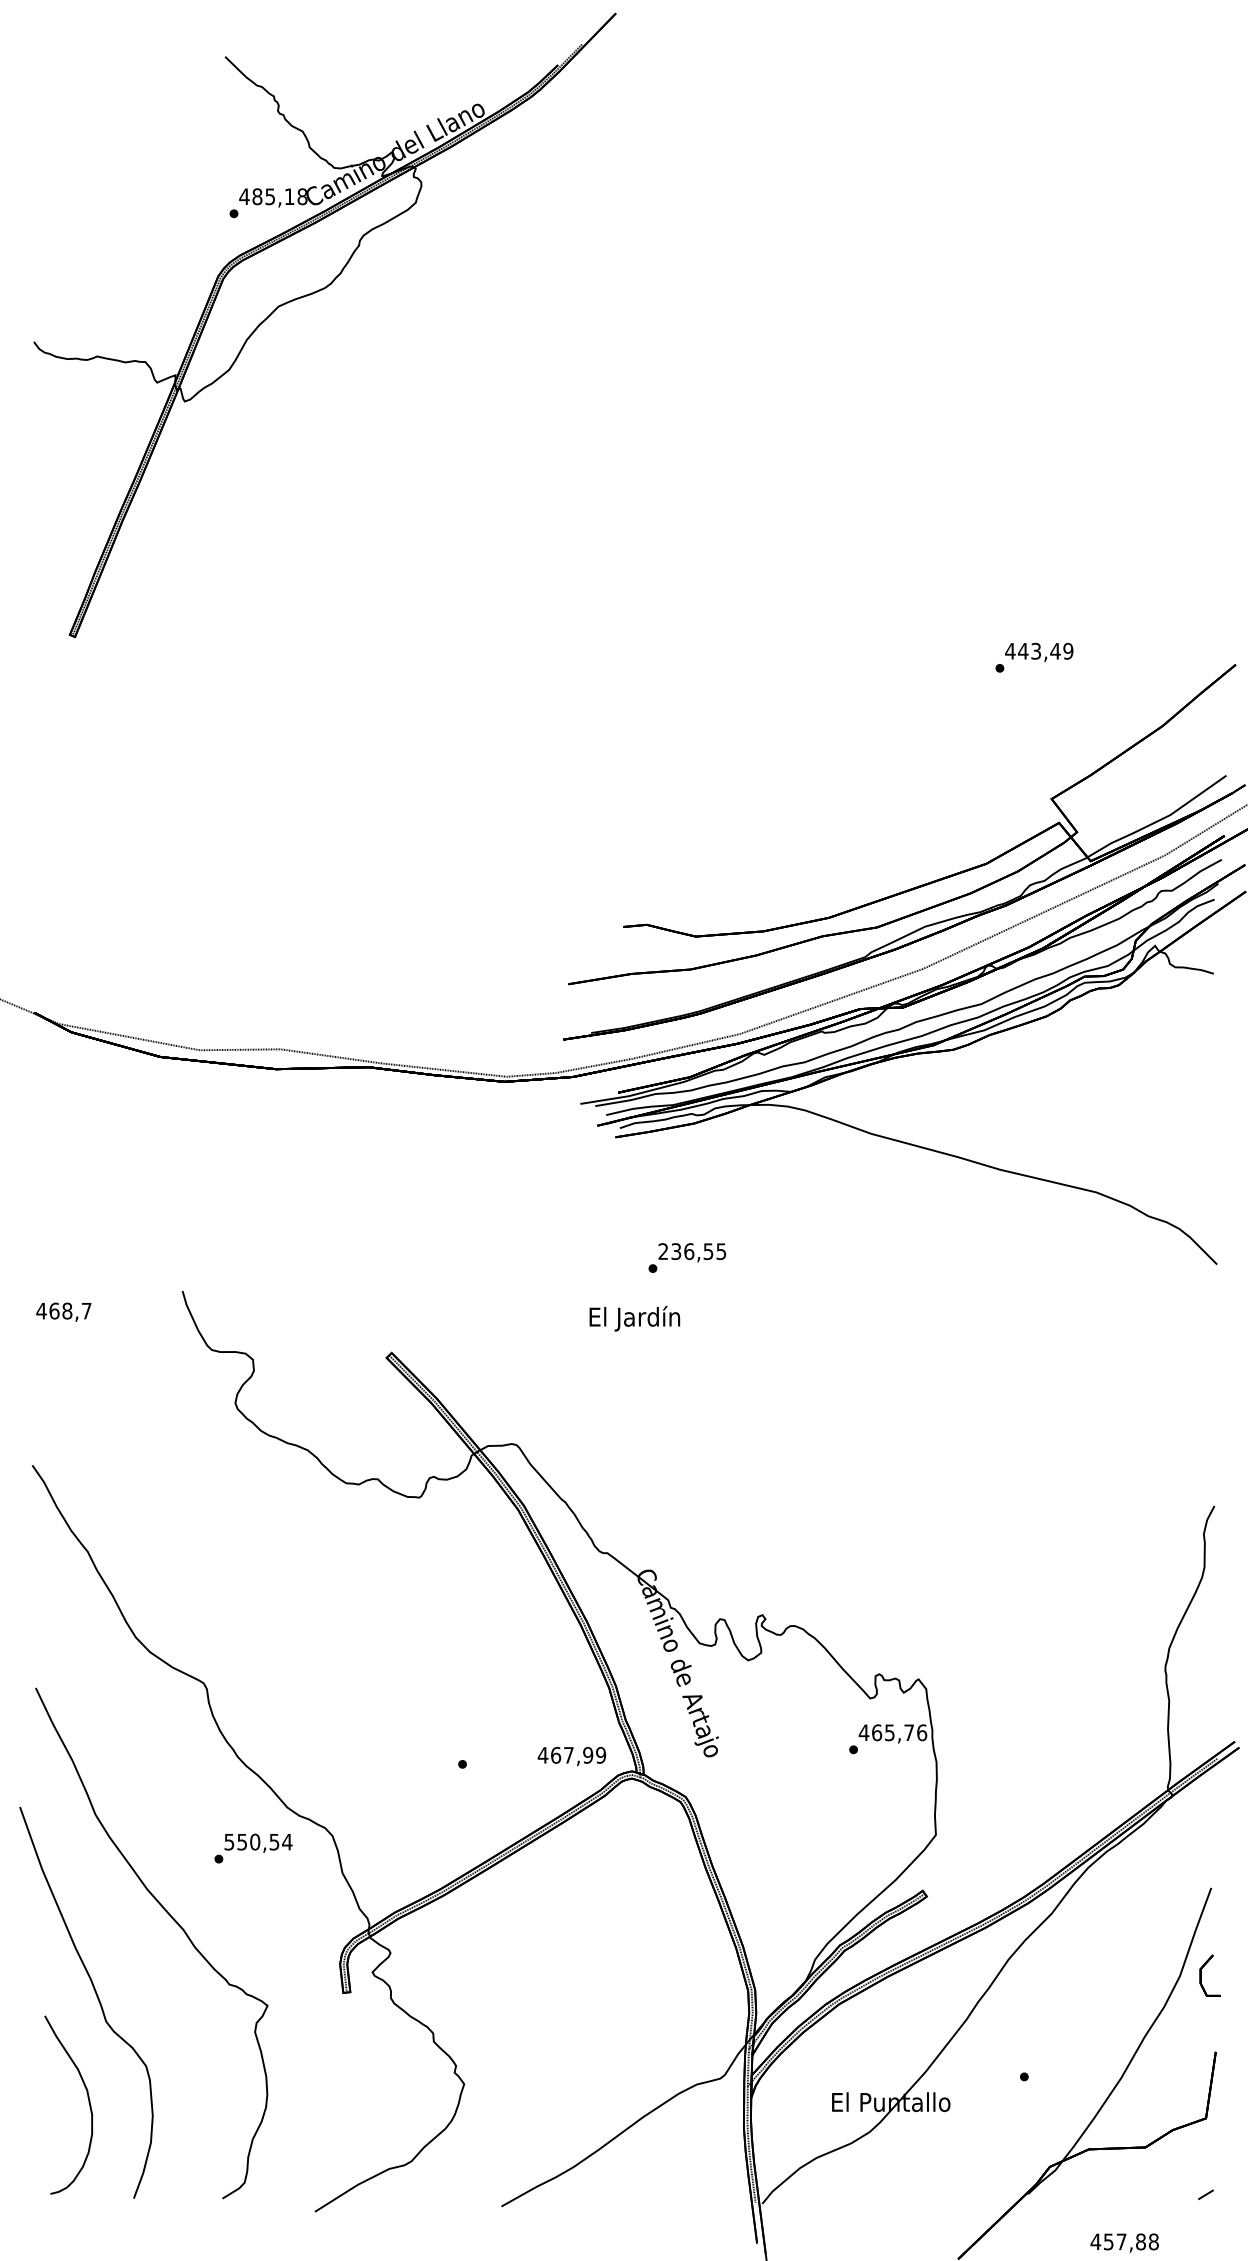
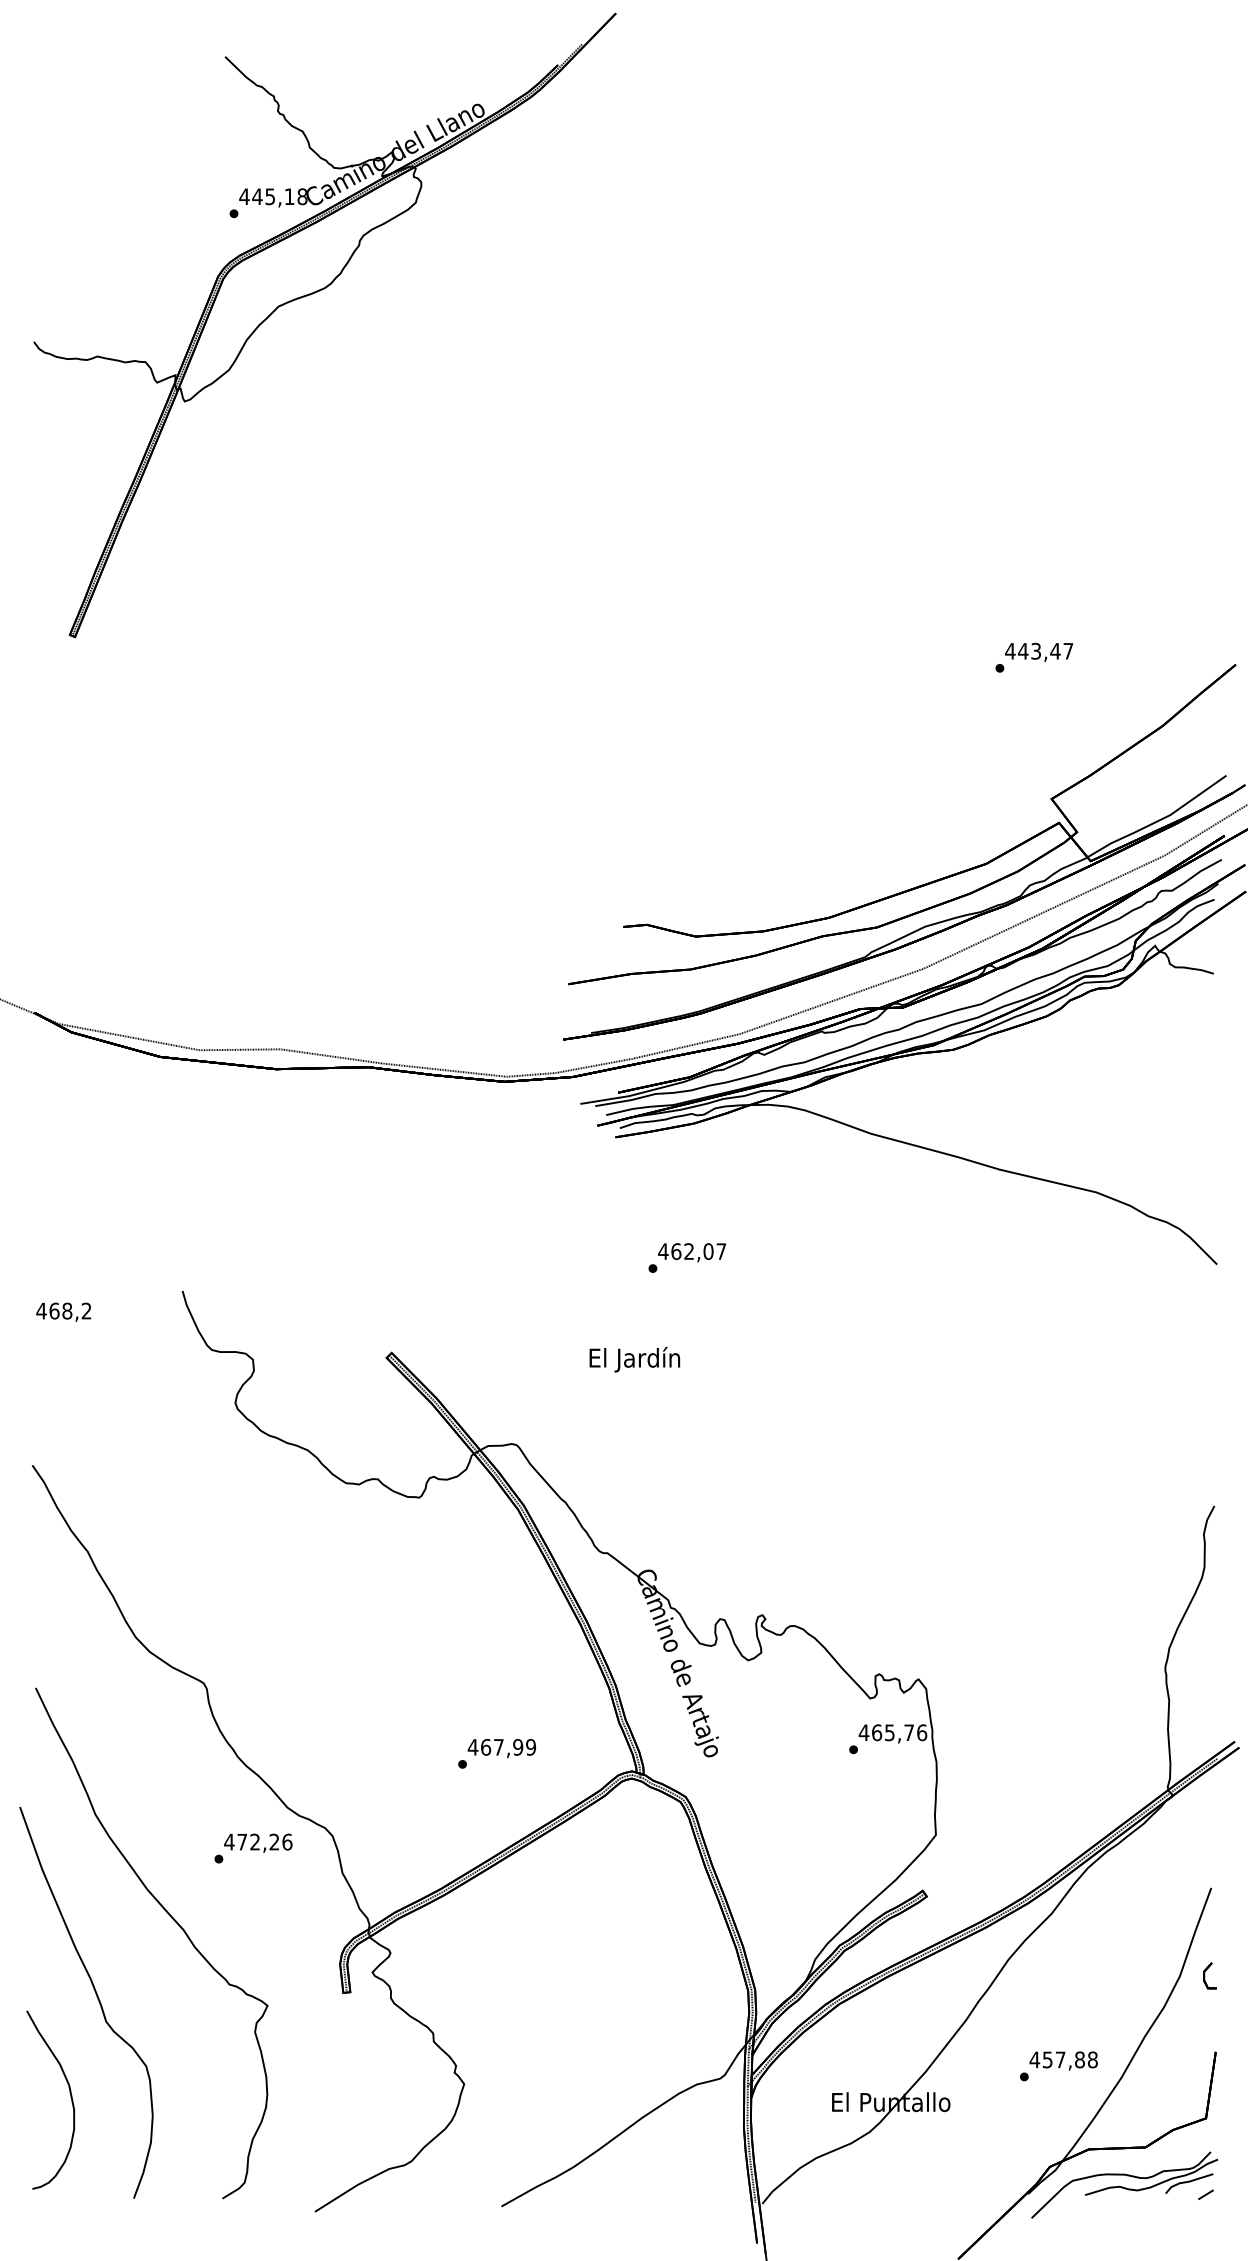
text at (257, 196): 485,18 -> 445,18
text at (1068, 650): 443,49 -> 443,47
text at (692, 1251): 236,55 -> 462,07
text at (86, 1310): 468,7 -> 468,2
text at (634, 1318) position: (634, 1318) -> (634, 1359)
text at (571, 1756) position: (571, 1756) -> (501, 1748)
text at (258, 1841): 550,54 -> 472,26
part at (1209, 1975) size: 22x43 px -> 14x28 px
curve at (88, 2102) position: (88, 2102) -> (70, 2097)
part at (1124, 2184): none -> present
text at (1124, 2242) position: (1124, 2242) -> (1063, 2060)
